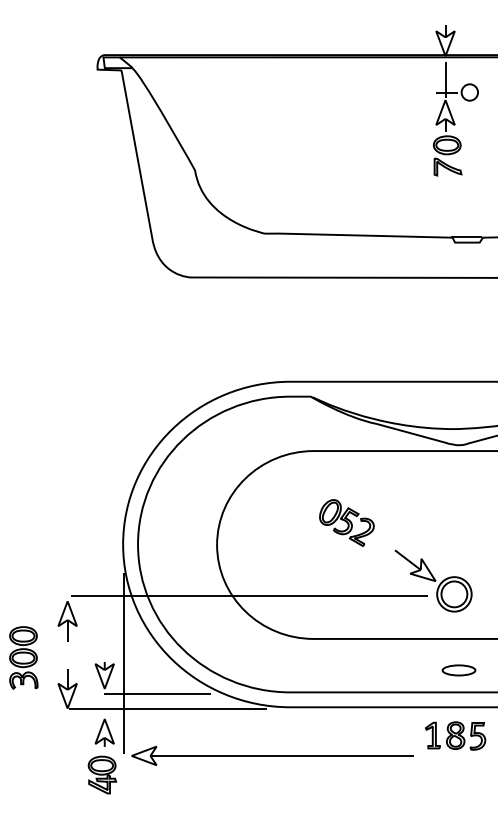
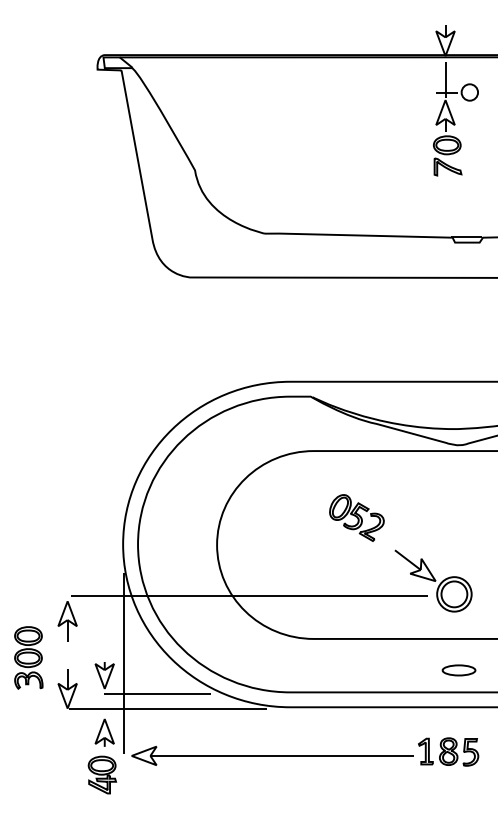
part at (346, 522) position: (346, 522) -> (356, 517)
part at (23, 657) position: (23, 657) -> (28, 657)
part at (455, 735) position: (455, 735) -> (448, 751)
